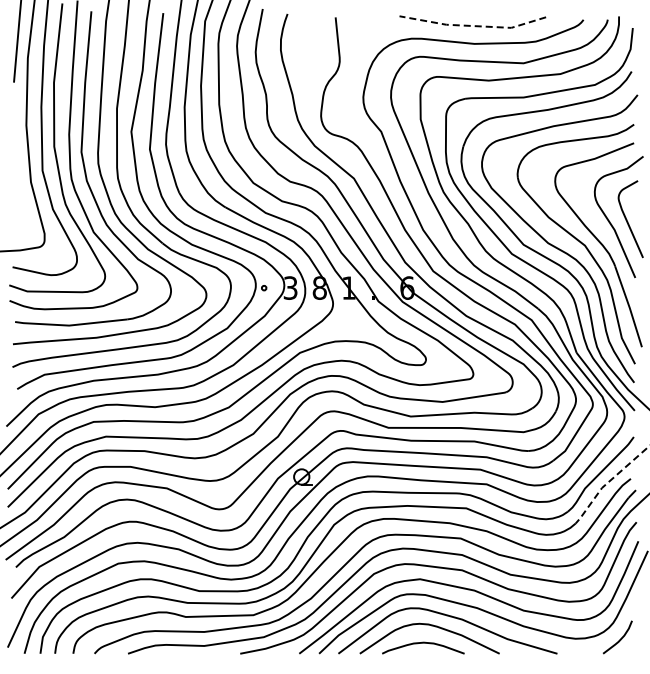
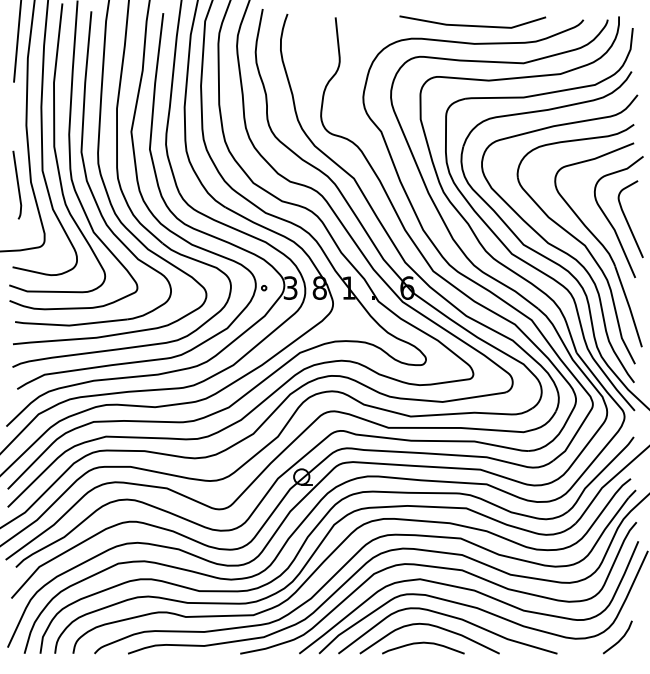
line at (473, 26): dashed -> solid
curve at (17, 184): none -> present
line at (608, 482): dashed -> solid
